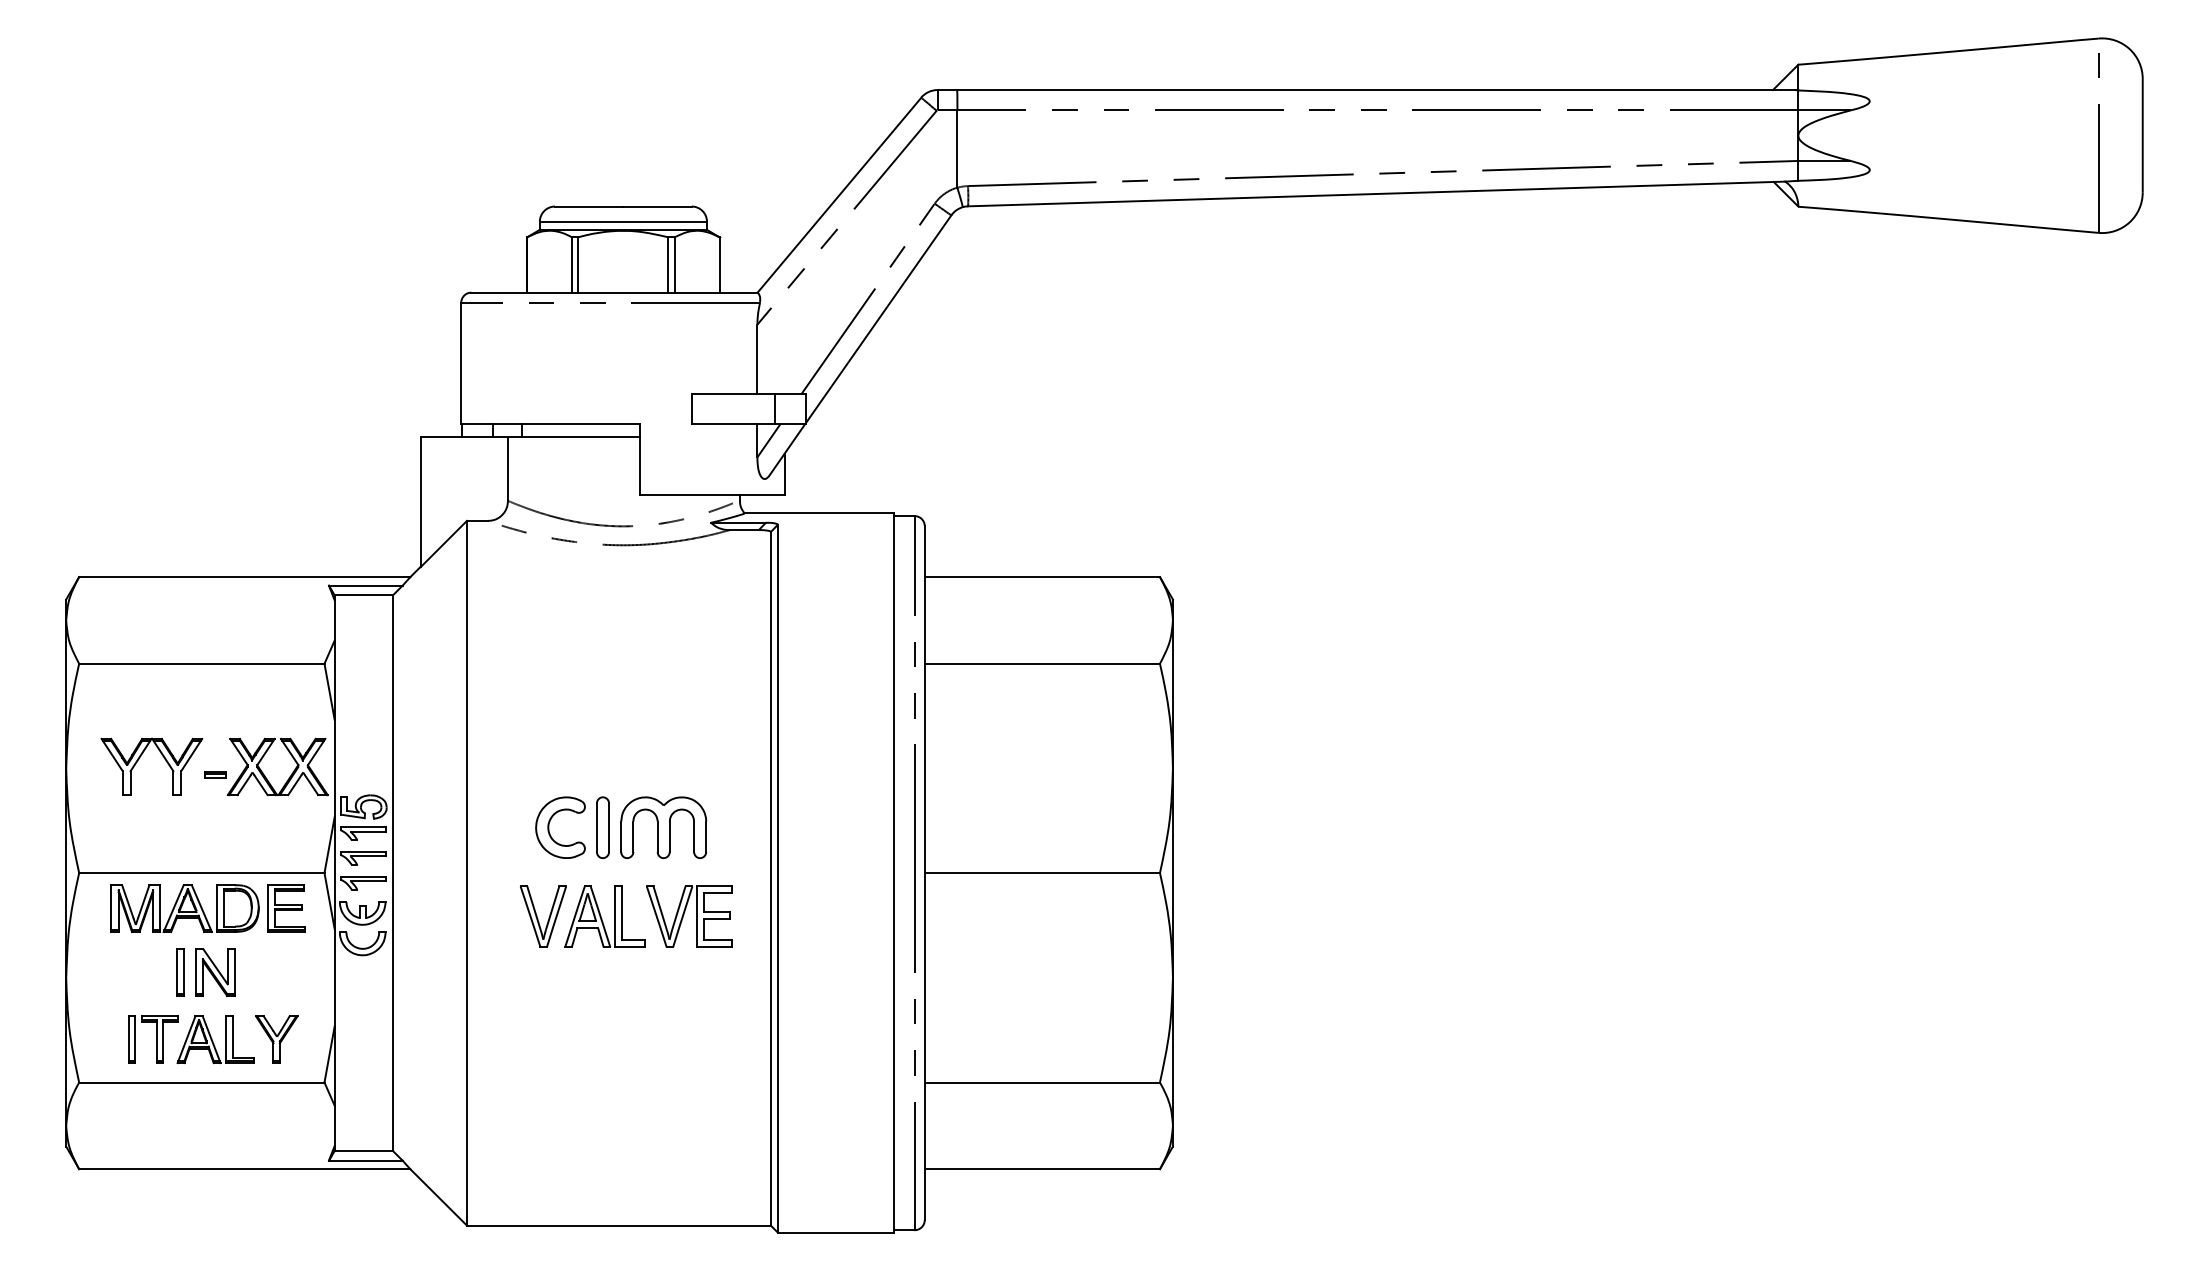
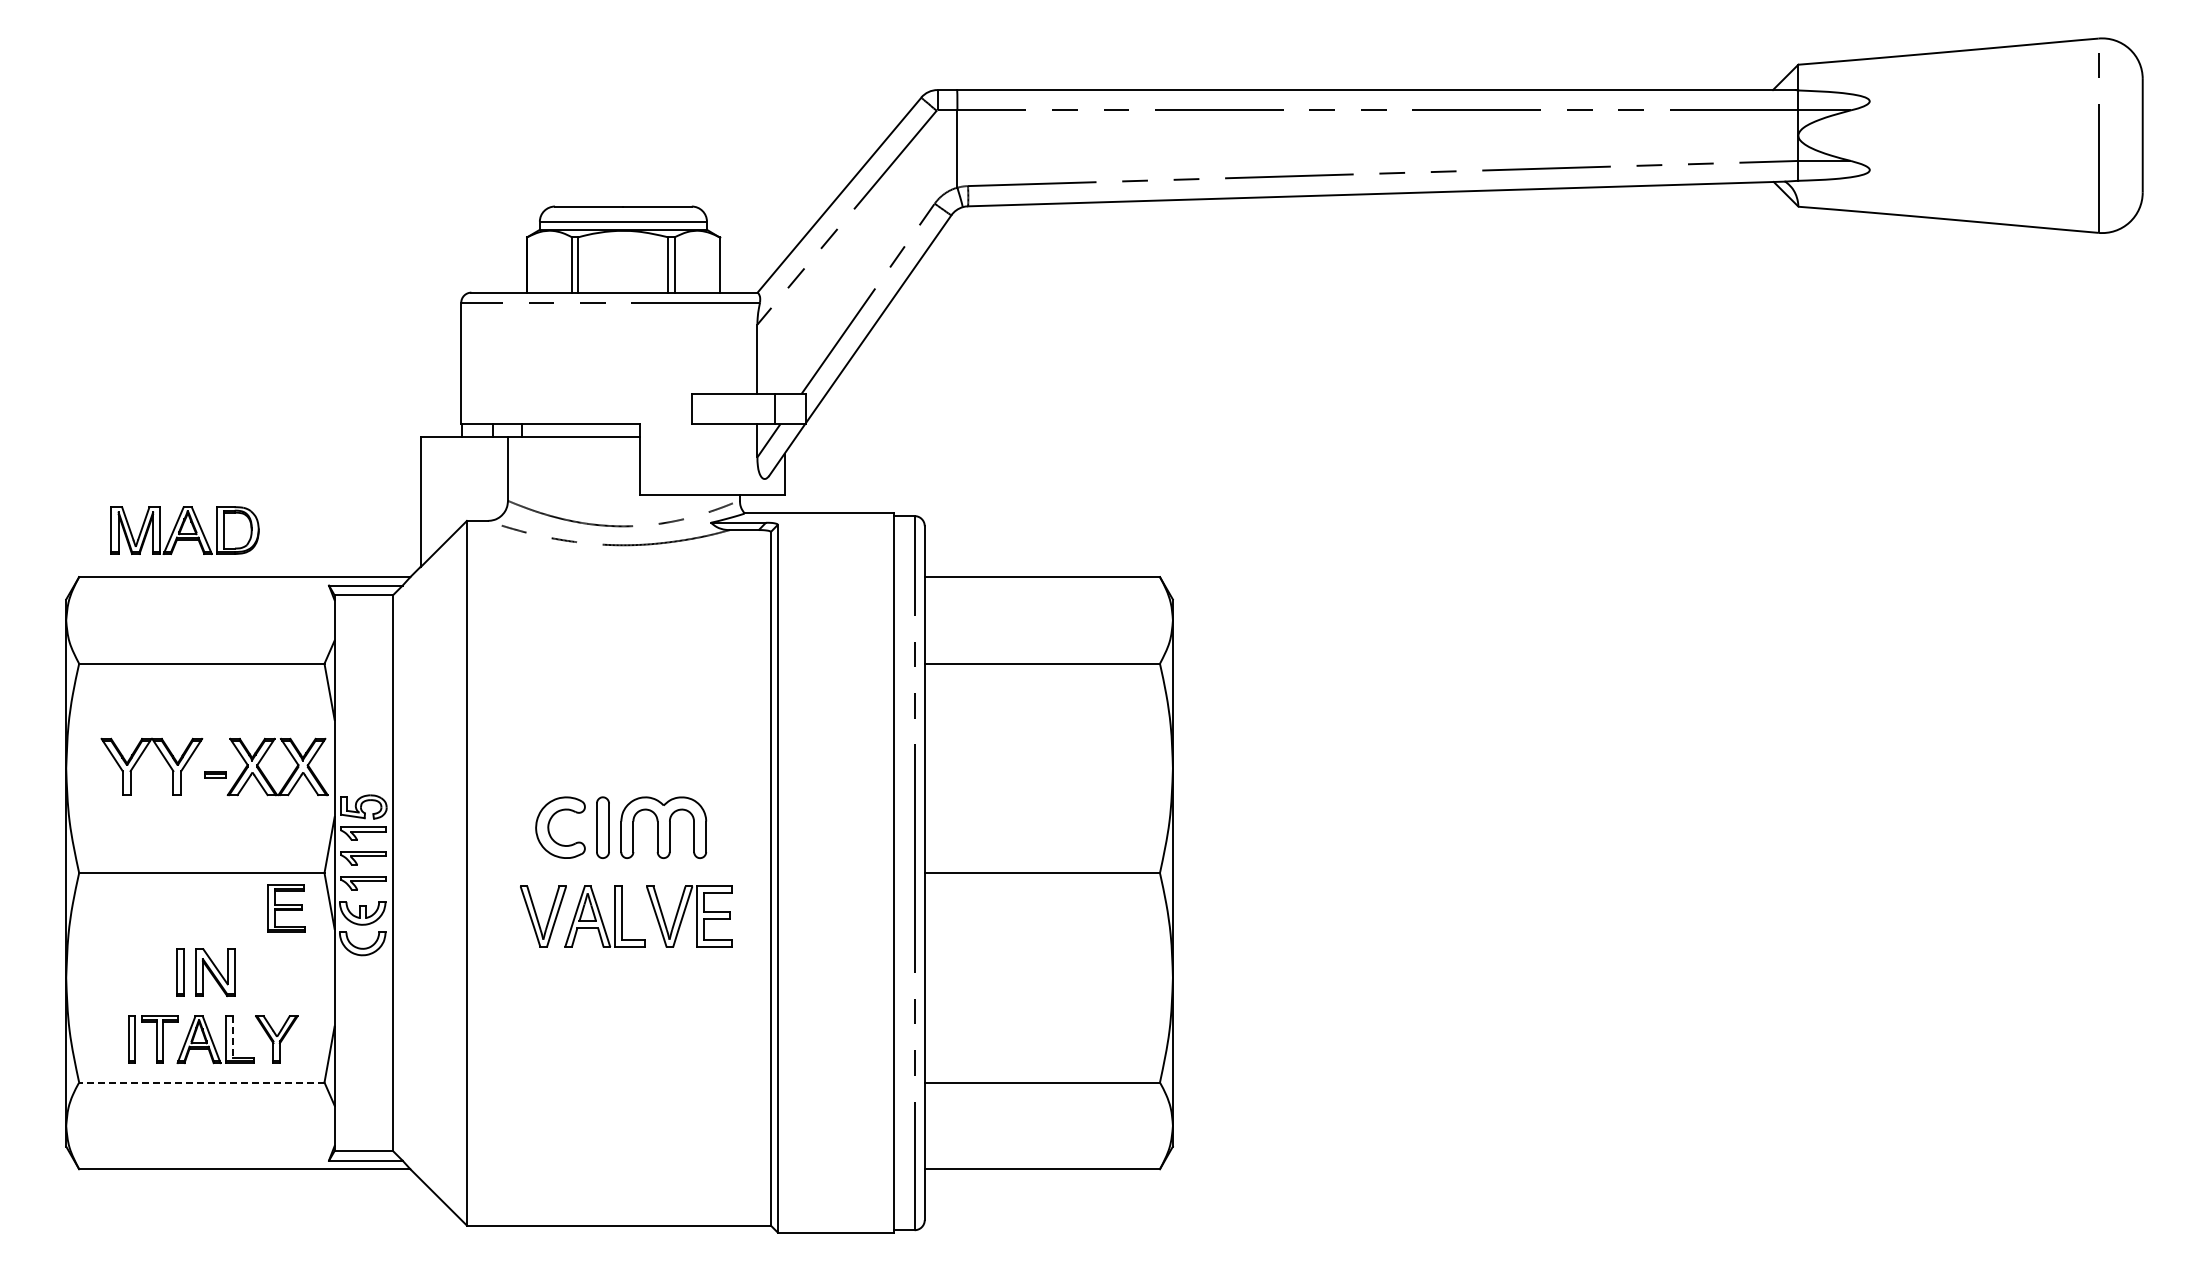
part at (184, 908) position: (184, 908) -> (184, 530)
line at (232, 1036): solid -> dashed
line at (201, 1082): solid -> dashed
